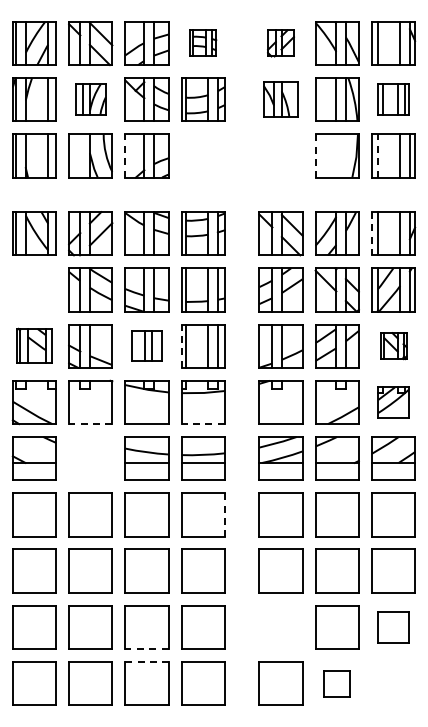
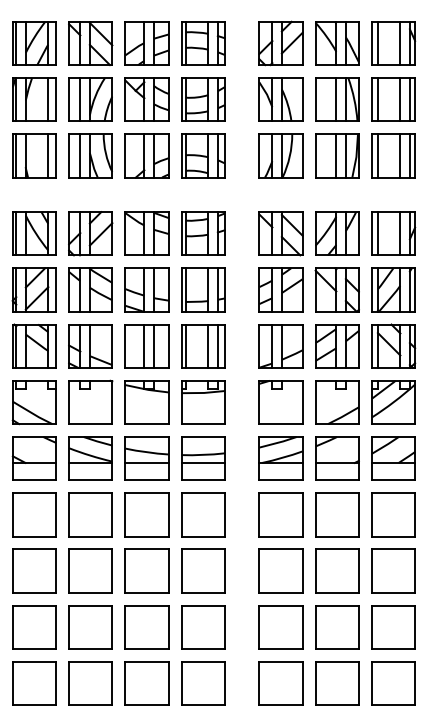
part at (203, 42) size: 29x28 px -> 45x45 px
part at (280, 43) size: 28x29 px -> 46x47 px
part at (90, 99) size: 32x33 px -> 45x45 px
part at (280, 99) size: 36x37 px -> 46x45 px
part at (393, 99) size: 33x33 px -> 45x45 px
line at (80, 155): none -> present
line at (125, 155): dashed -> solid
part at (203, 155): none -> present
part at (280, 155): none -> present
line at (315, 155): dashed -> solid
line at (336, 155): none -> present
line at (345, 155): none -> present
line at (377, 155): dashed -> solid
line at (371, 233): dashed -> solid
part at (33, 289): none -> present
part at (34, 345) size: 37x37 px -> 45x46 px
part at (146, 345) size: 32x32 px -> 46x45 px
line at (181, 346): dashed -> solid
part at (393, 346) size: 28x29 px -> 46x46 px
part at (393, 402) size: 33x33 px -> 45x45 px
line at (90, 424): dashed -> solid
line at (203, 424): dashed -> solid
part at (90, 458): none -> present
line at (224, 514): dashed -> solid
part at (280, 627): none -> present
part at (393, 627) size: 33x33 px -> 45x45 px
line at (146, 648): dashed -> solid
line at (146, 661): dashed -> solid
part at (336, 683) size: 28x28 px -> 45x45 px
part at (393, 683): none -> present
